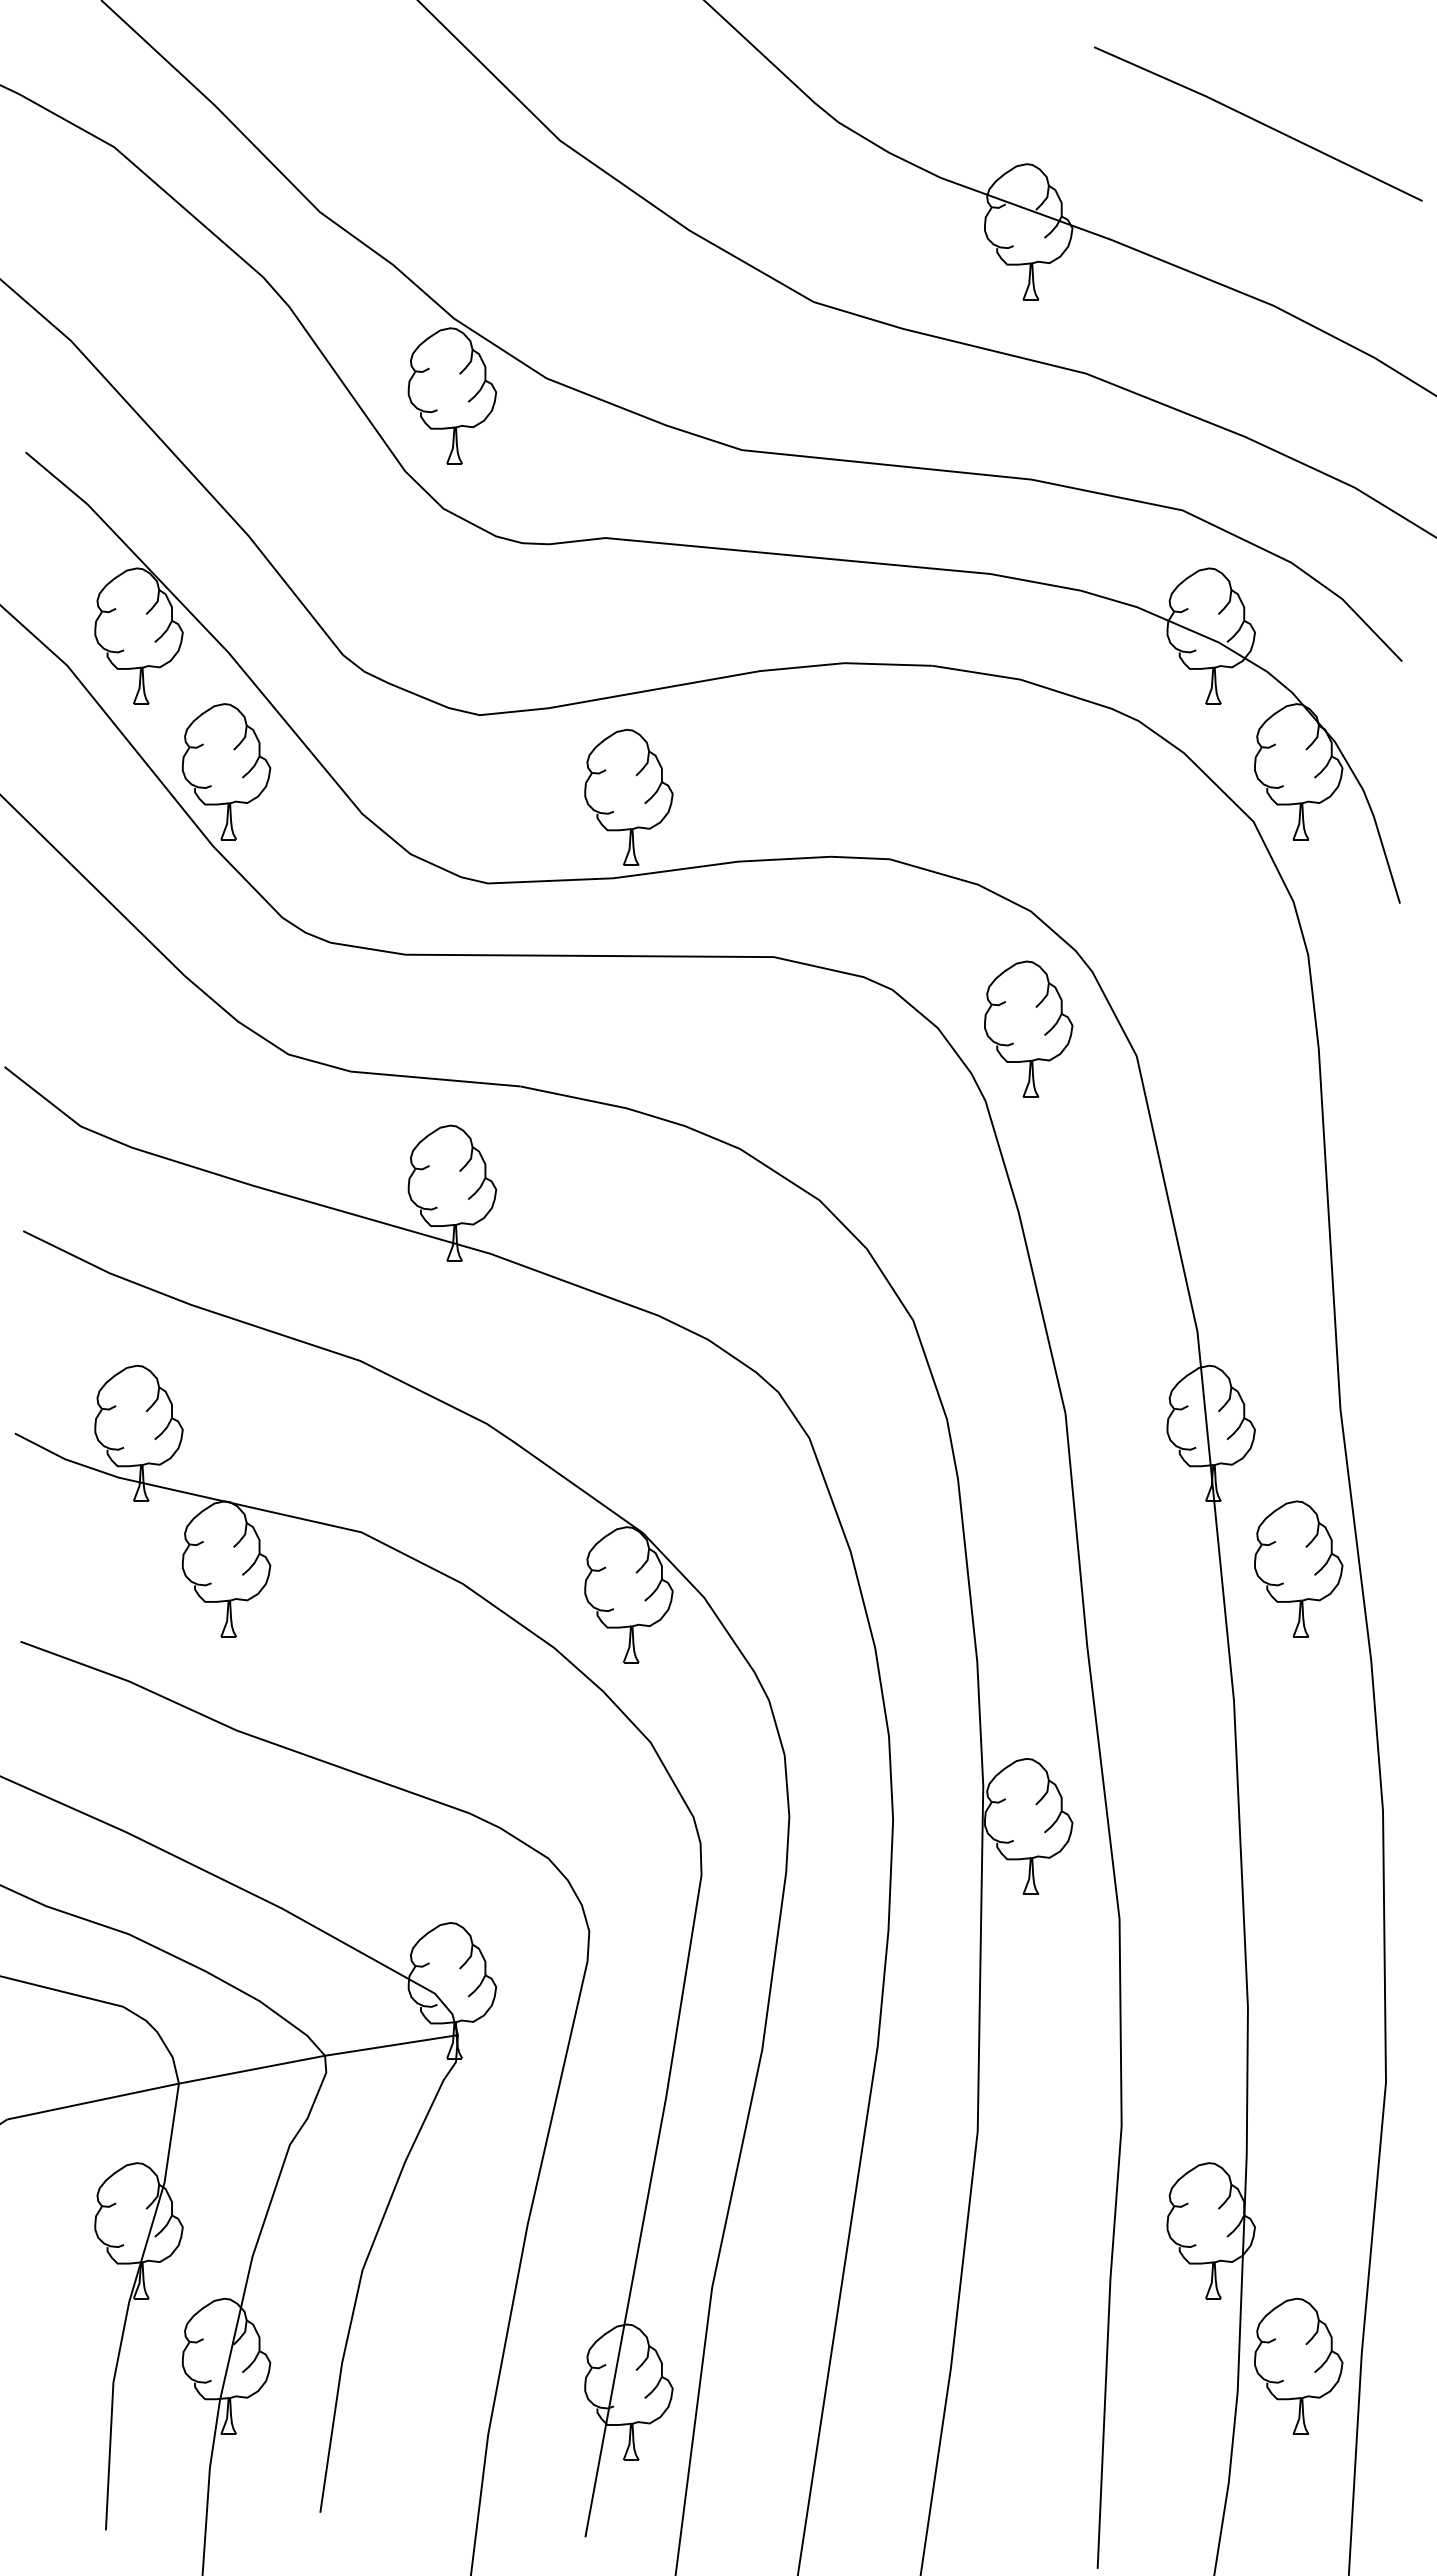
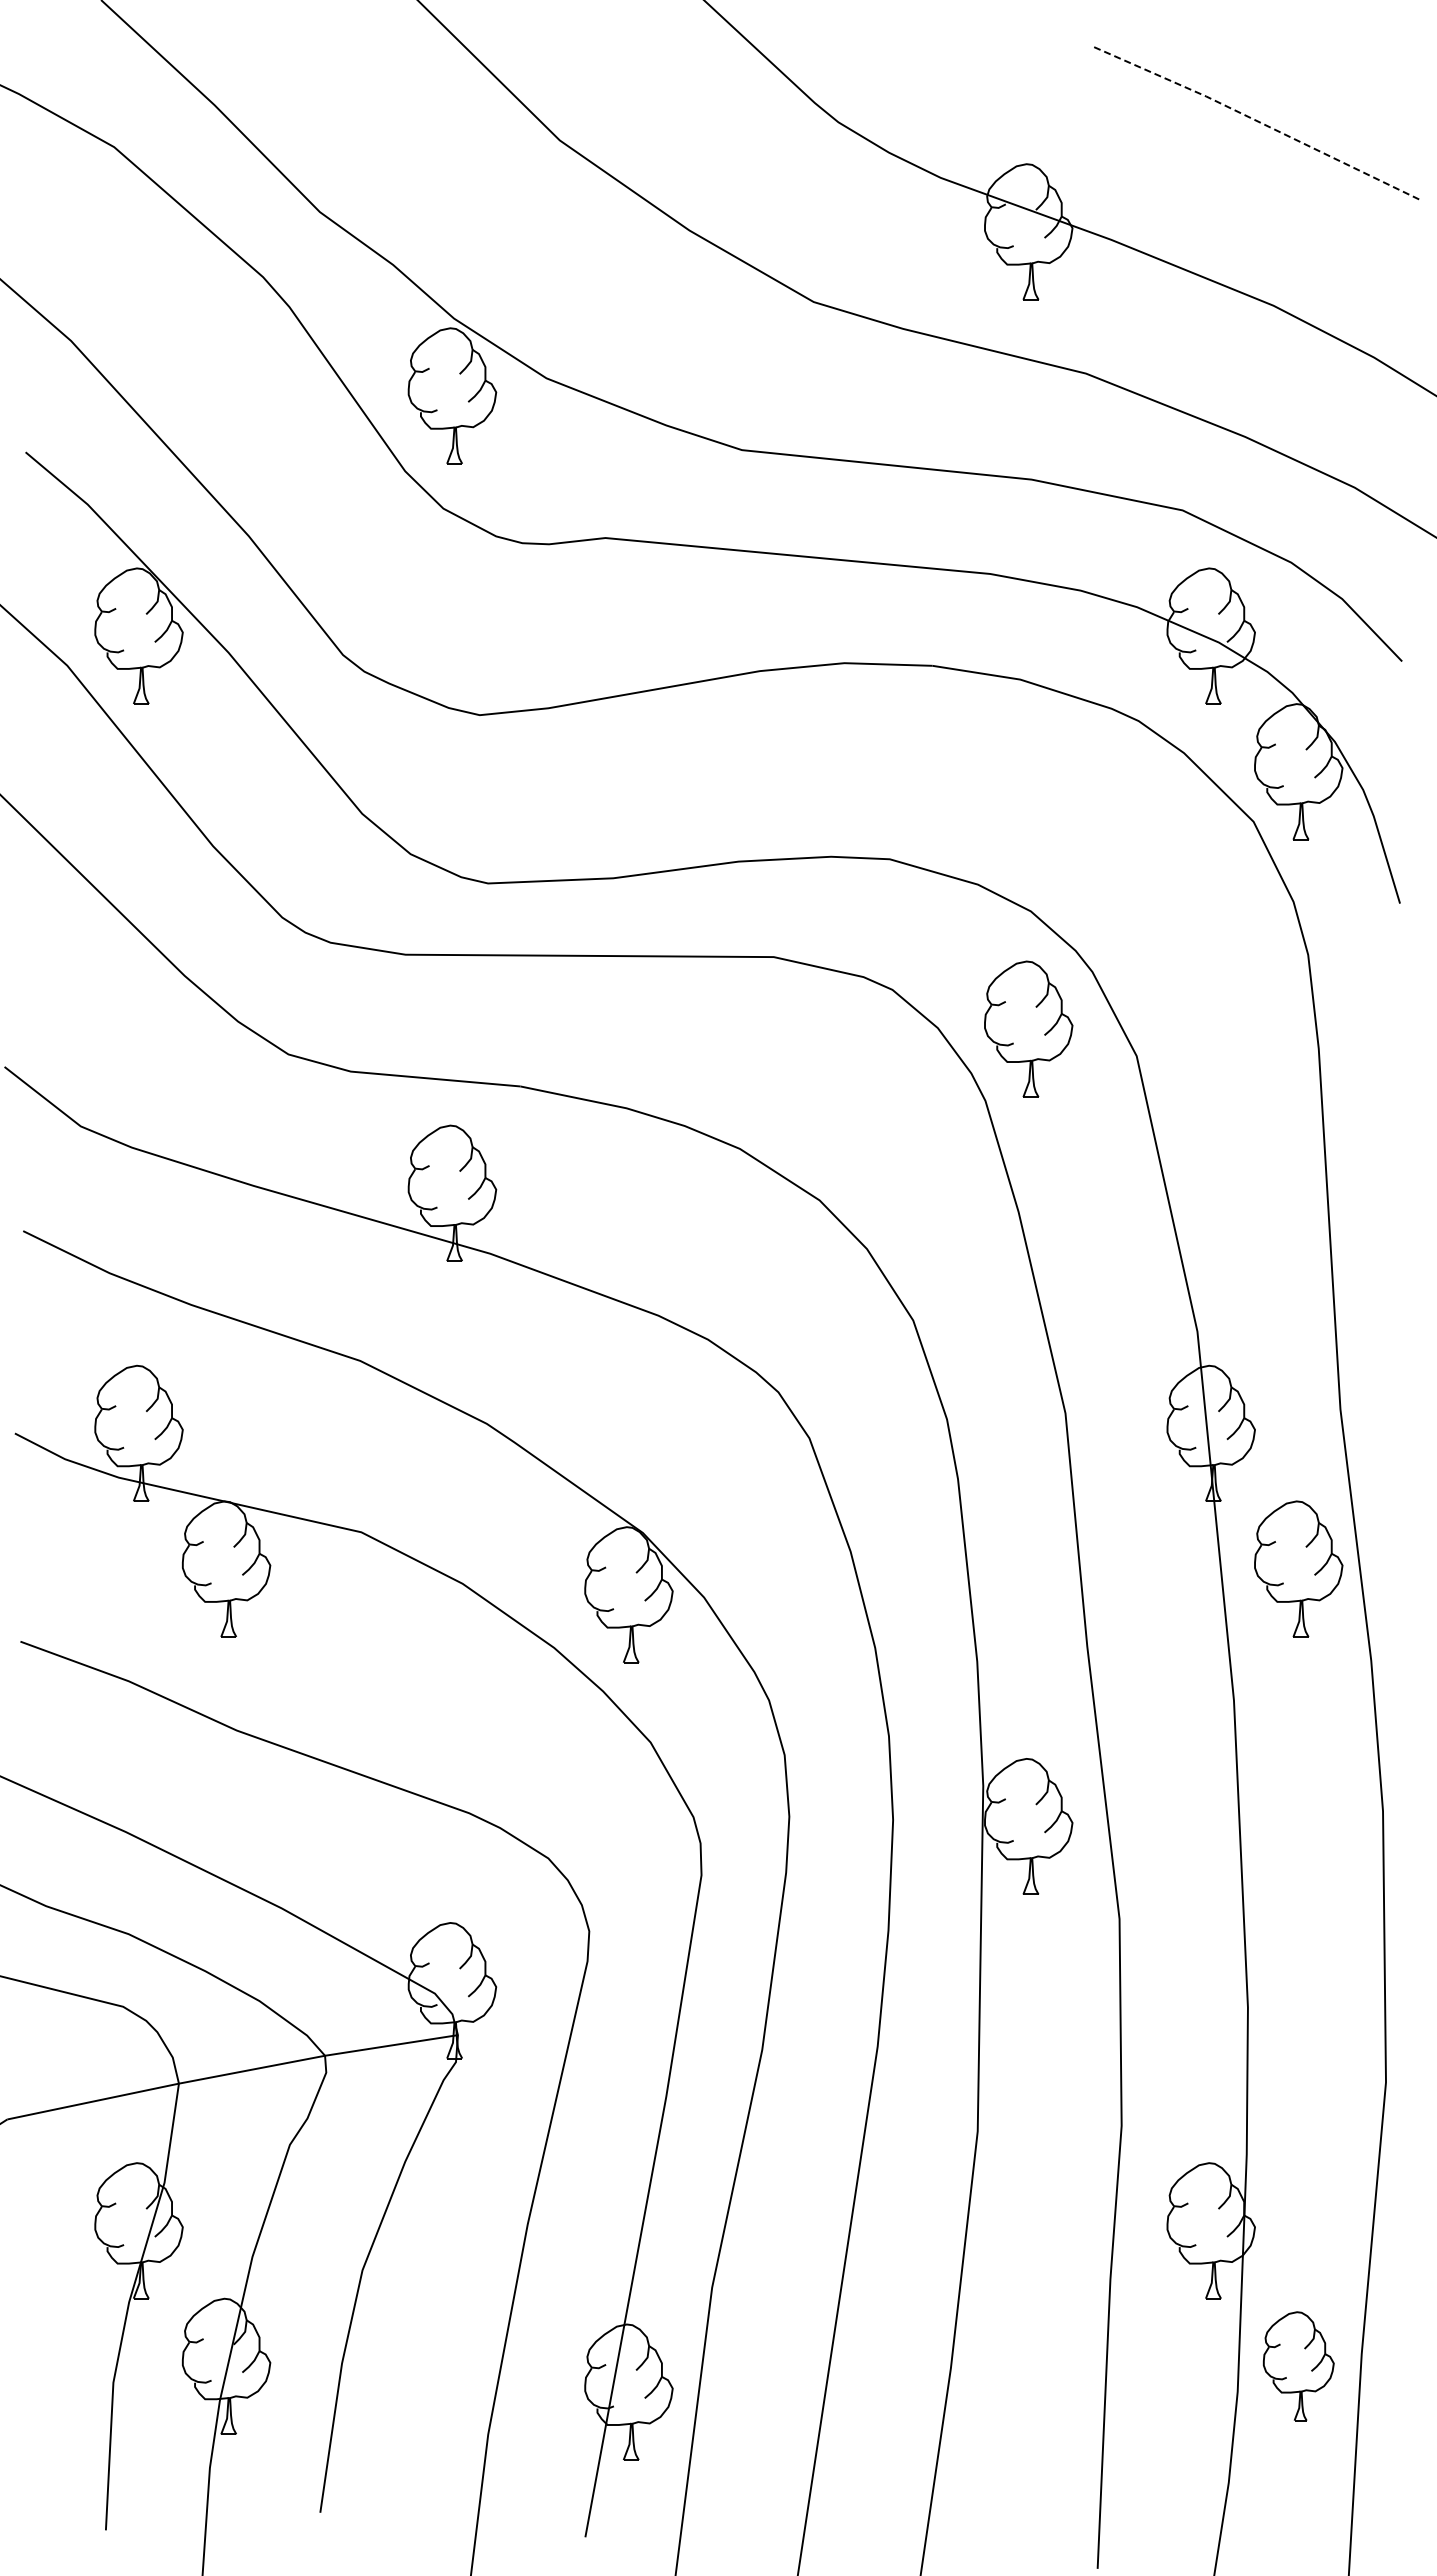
line at (1259, 122): solid -> dashed
part at (226, 771): present -> none
part at (628, 797): present -> none
part at (1298, 2365) size: 90x138 px -> 73x111 px
